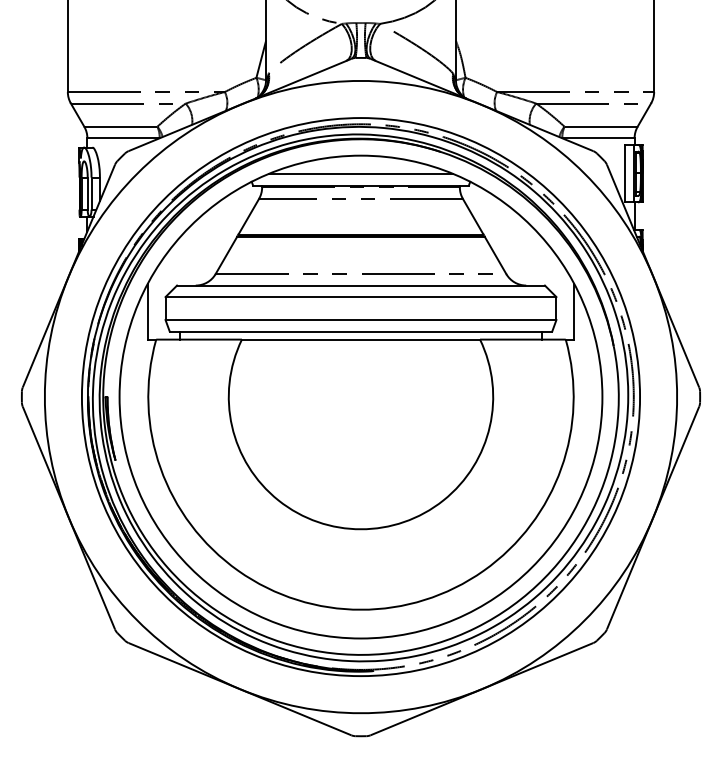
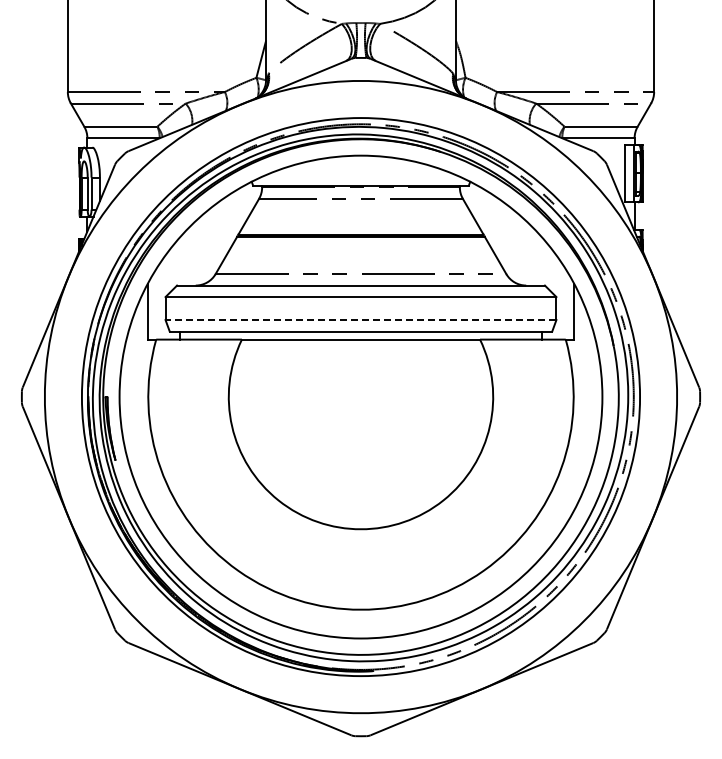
line at (360, 174): present -> none
line at (360, 320): solid -> dashed
